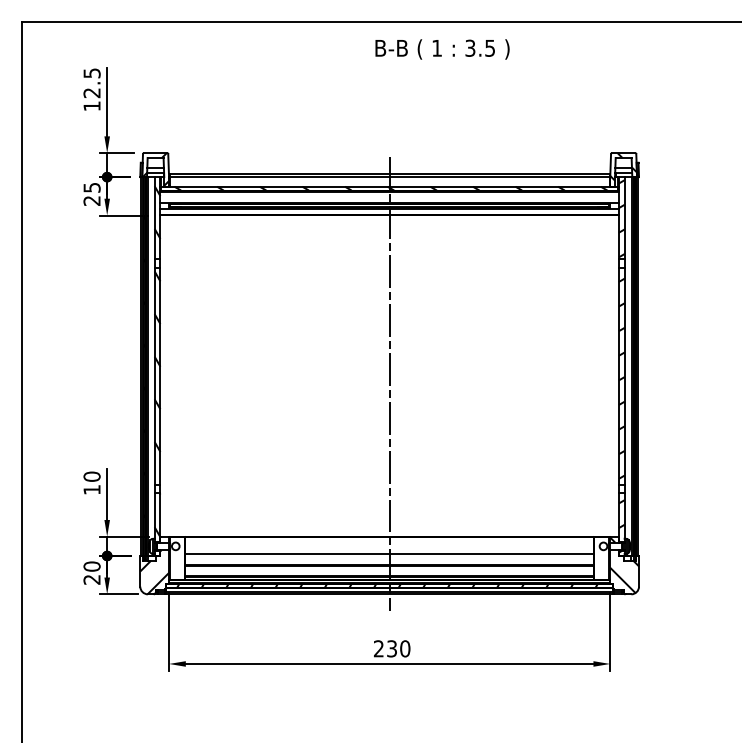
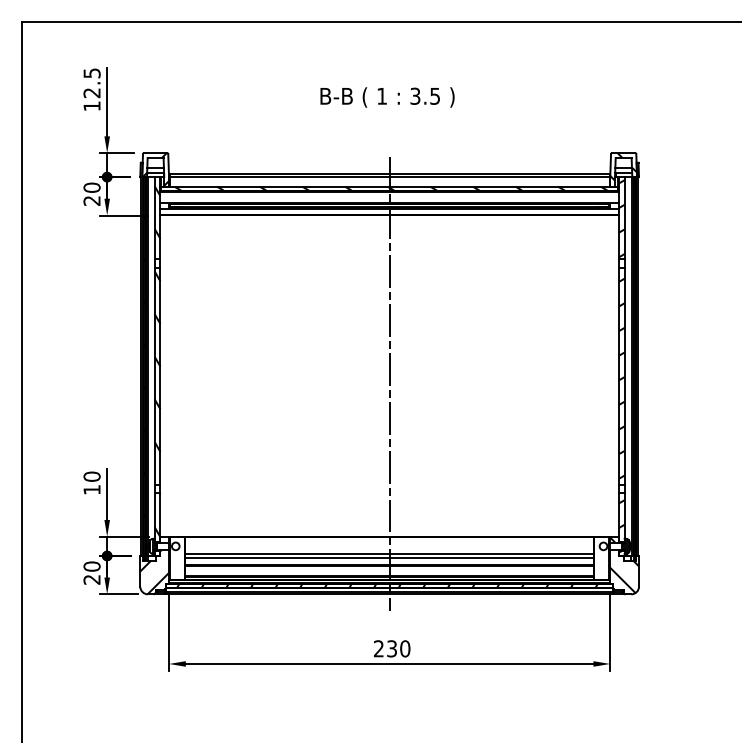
text at (442, 49) position: (442, 49) -> (387, 97)
text at (91, 187): 25 -> 20
line at (389, 557): none -> present
